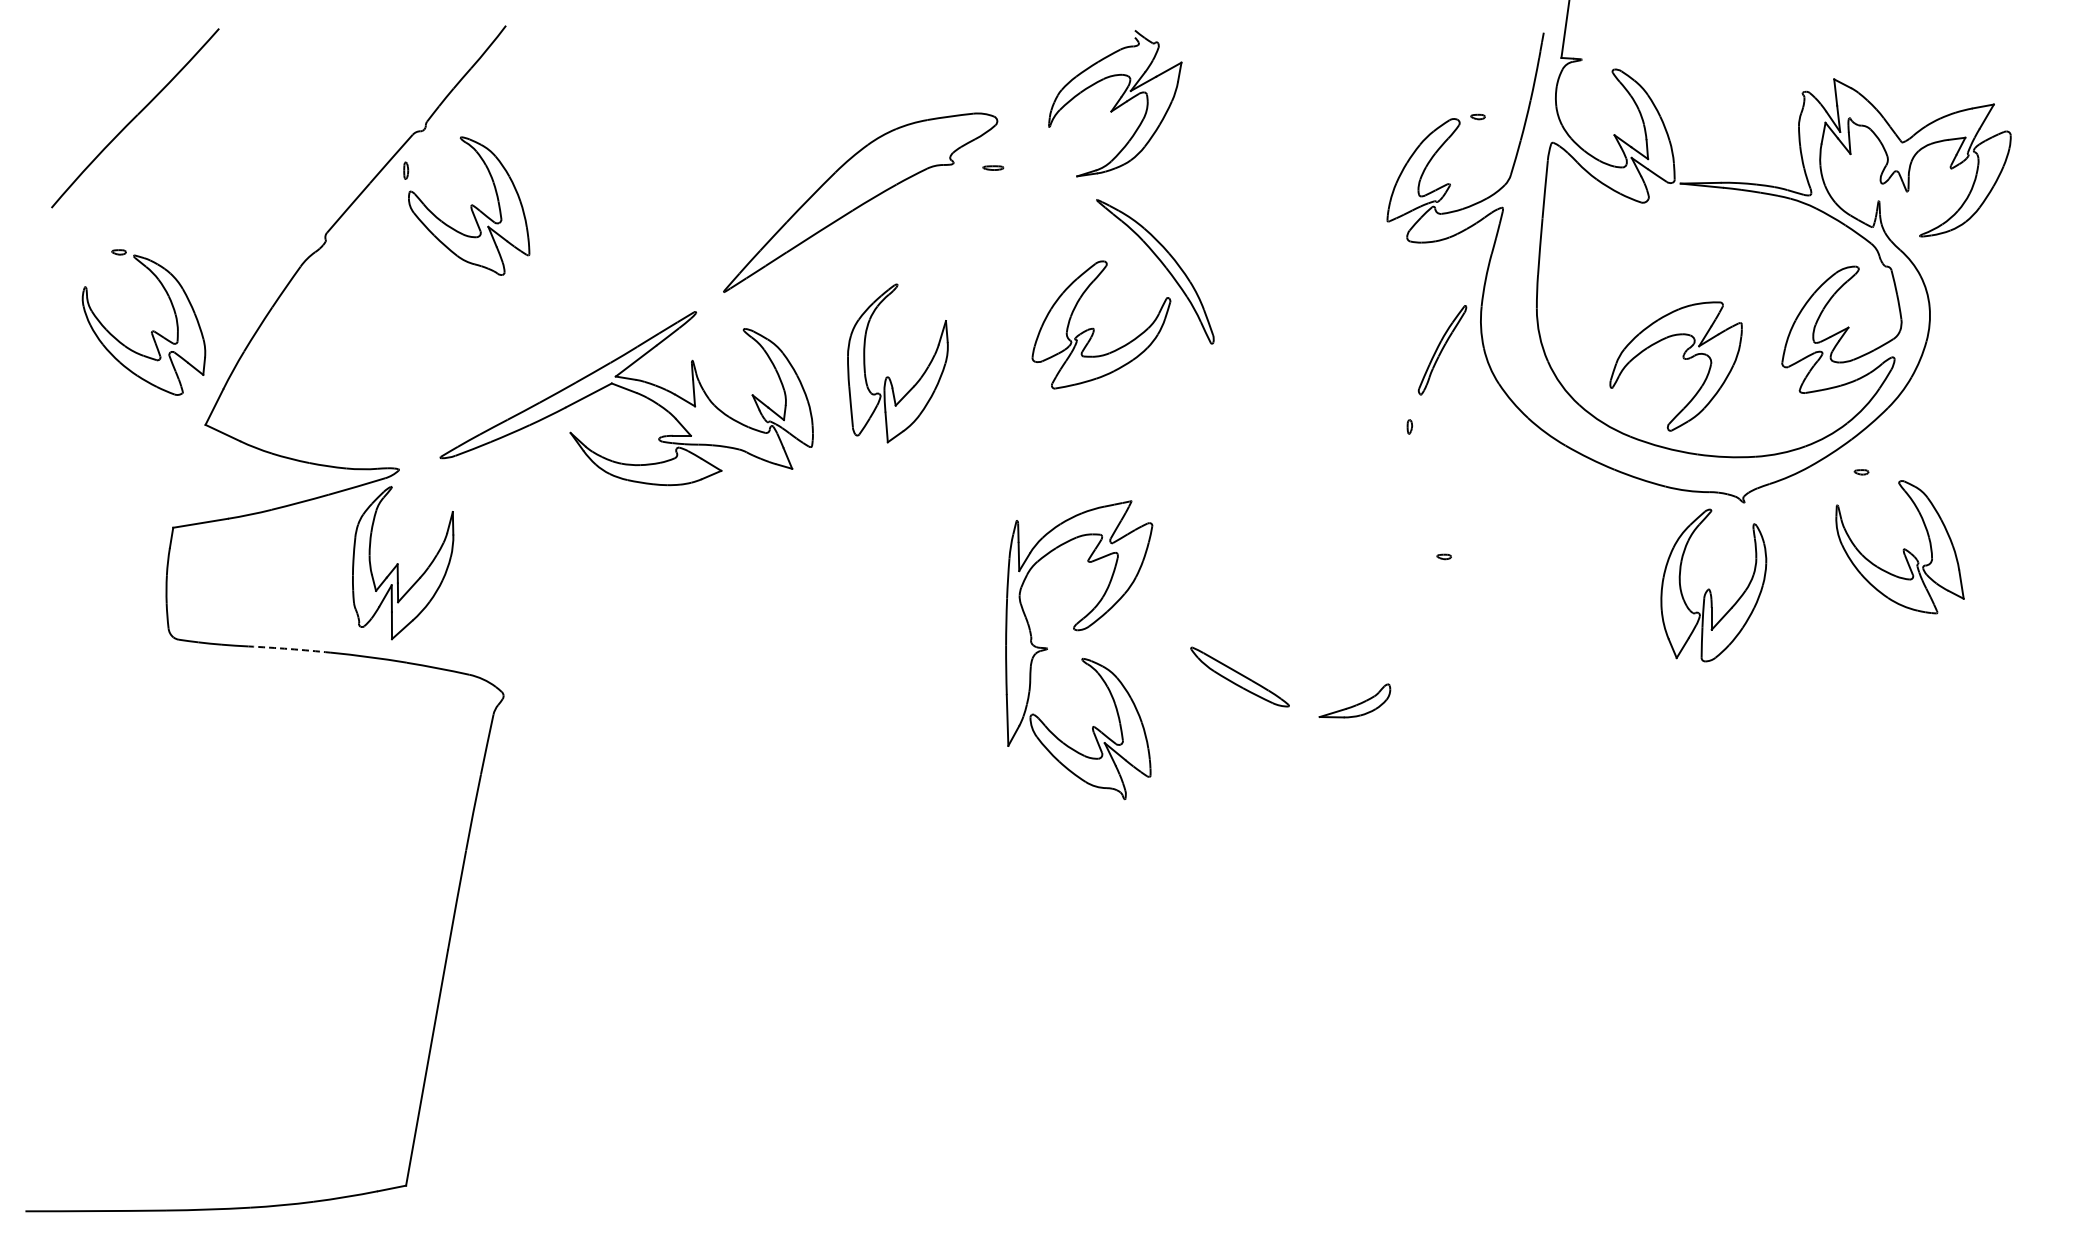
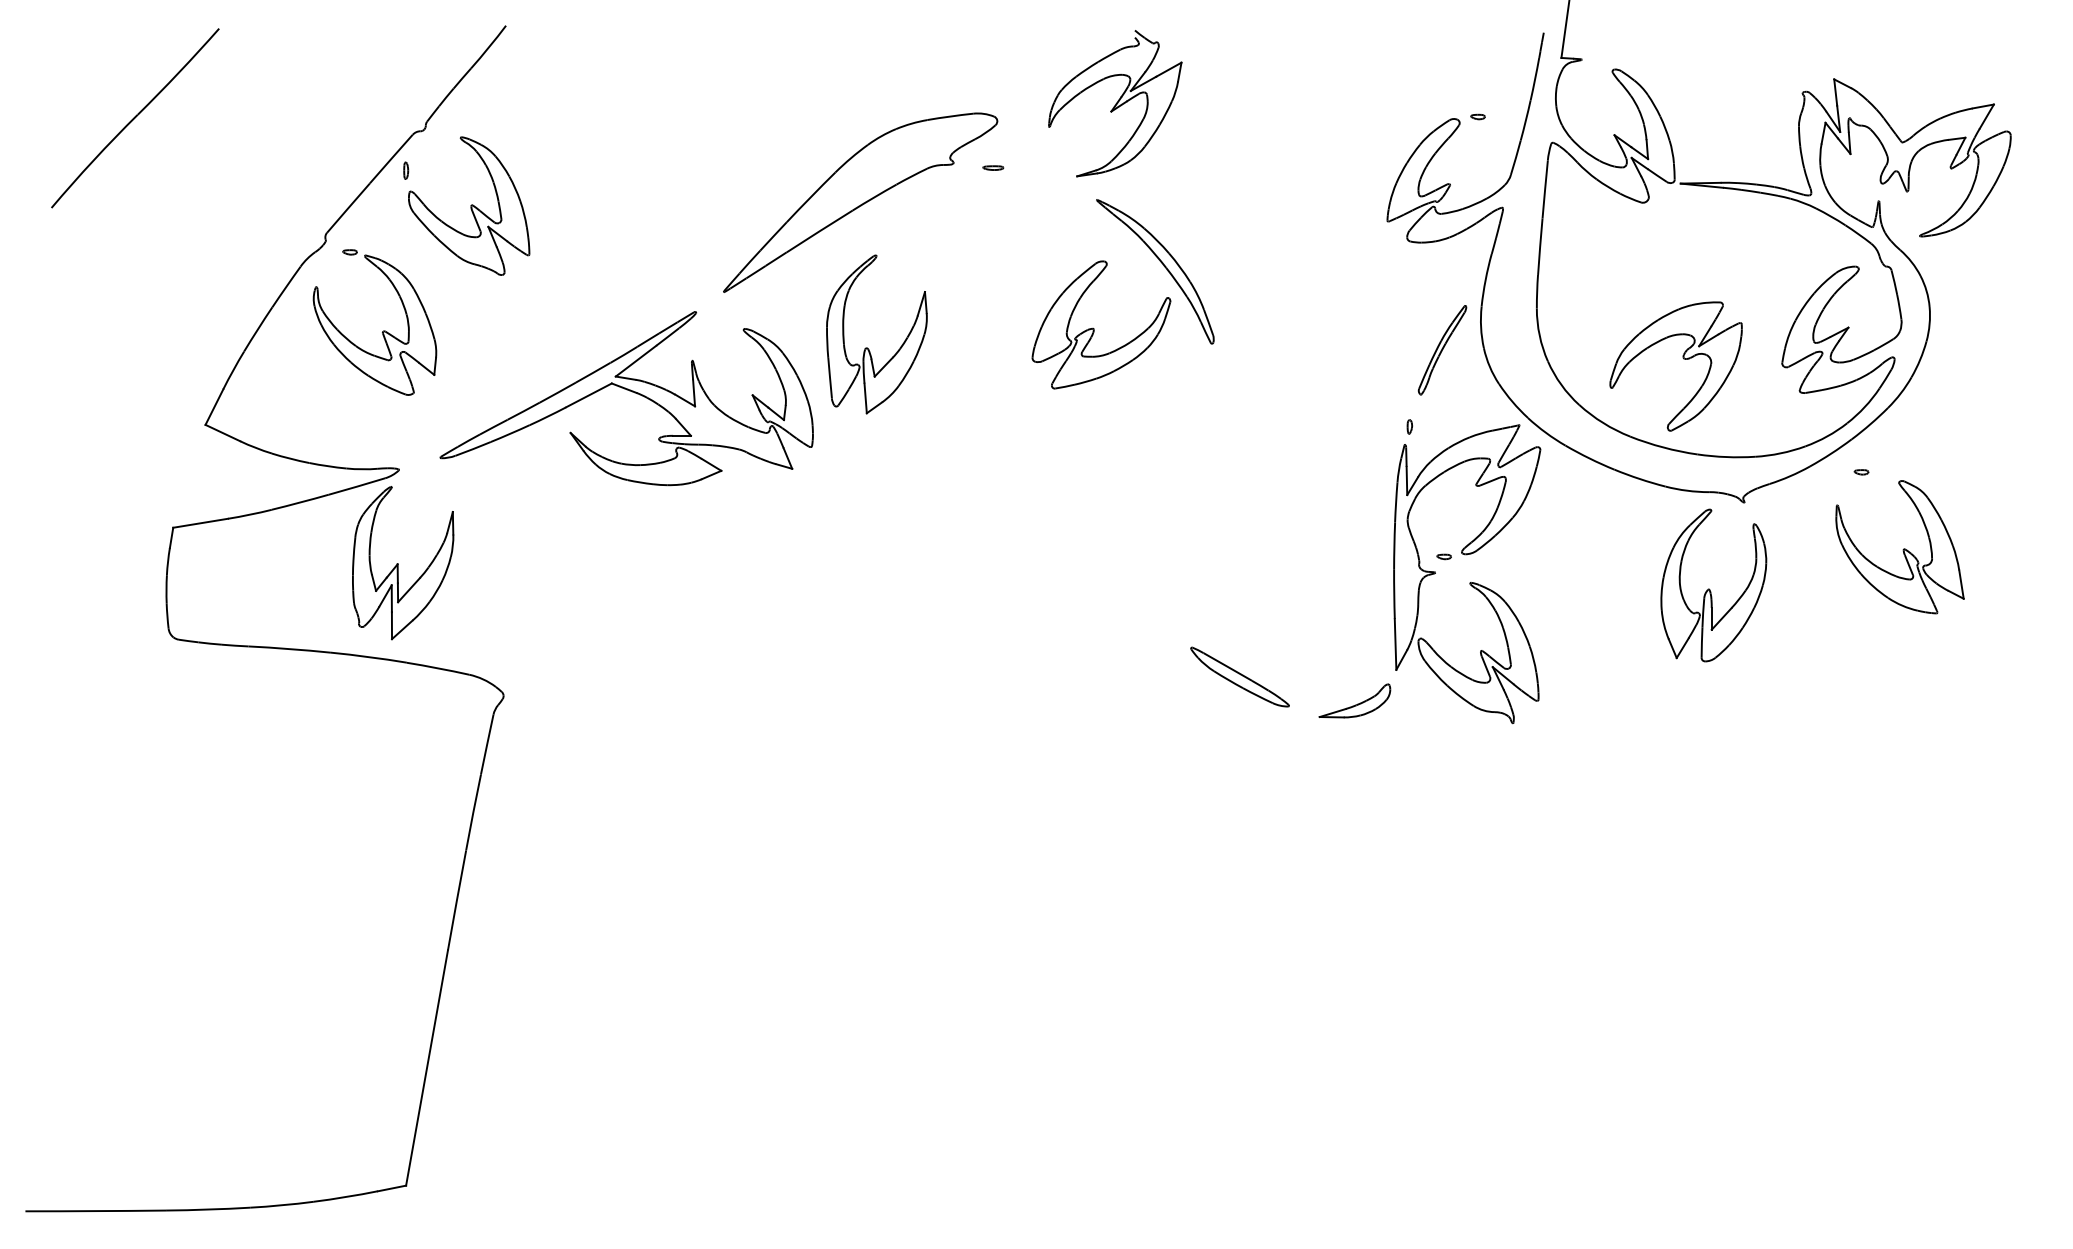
part at (152, 330) position: (152, 330) -> (383, 330)
part at (888, 376) position: (888, 376) -> (867, 347)
arc at (289, 649): dashed -> solid
part at (1081, 658) position: (1081, 658) -> (1469, 582)
